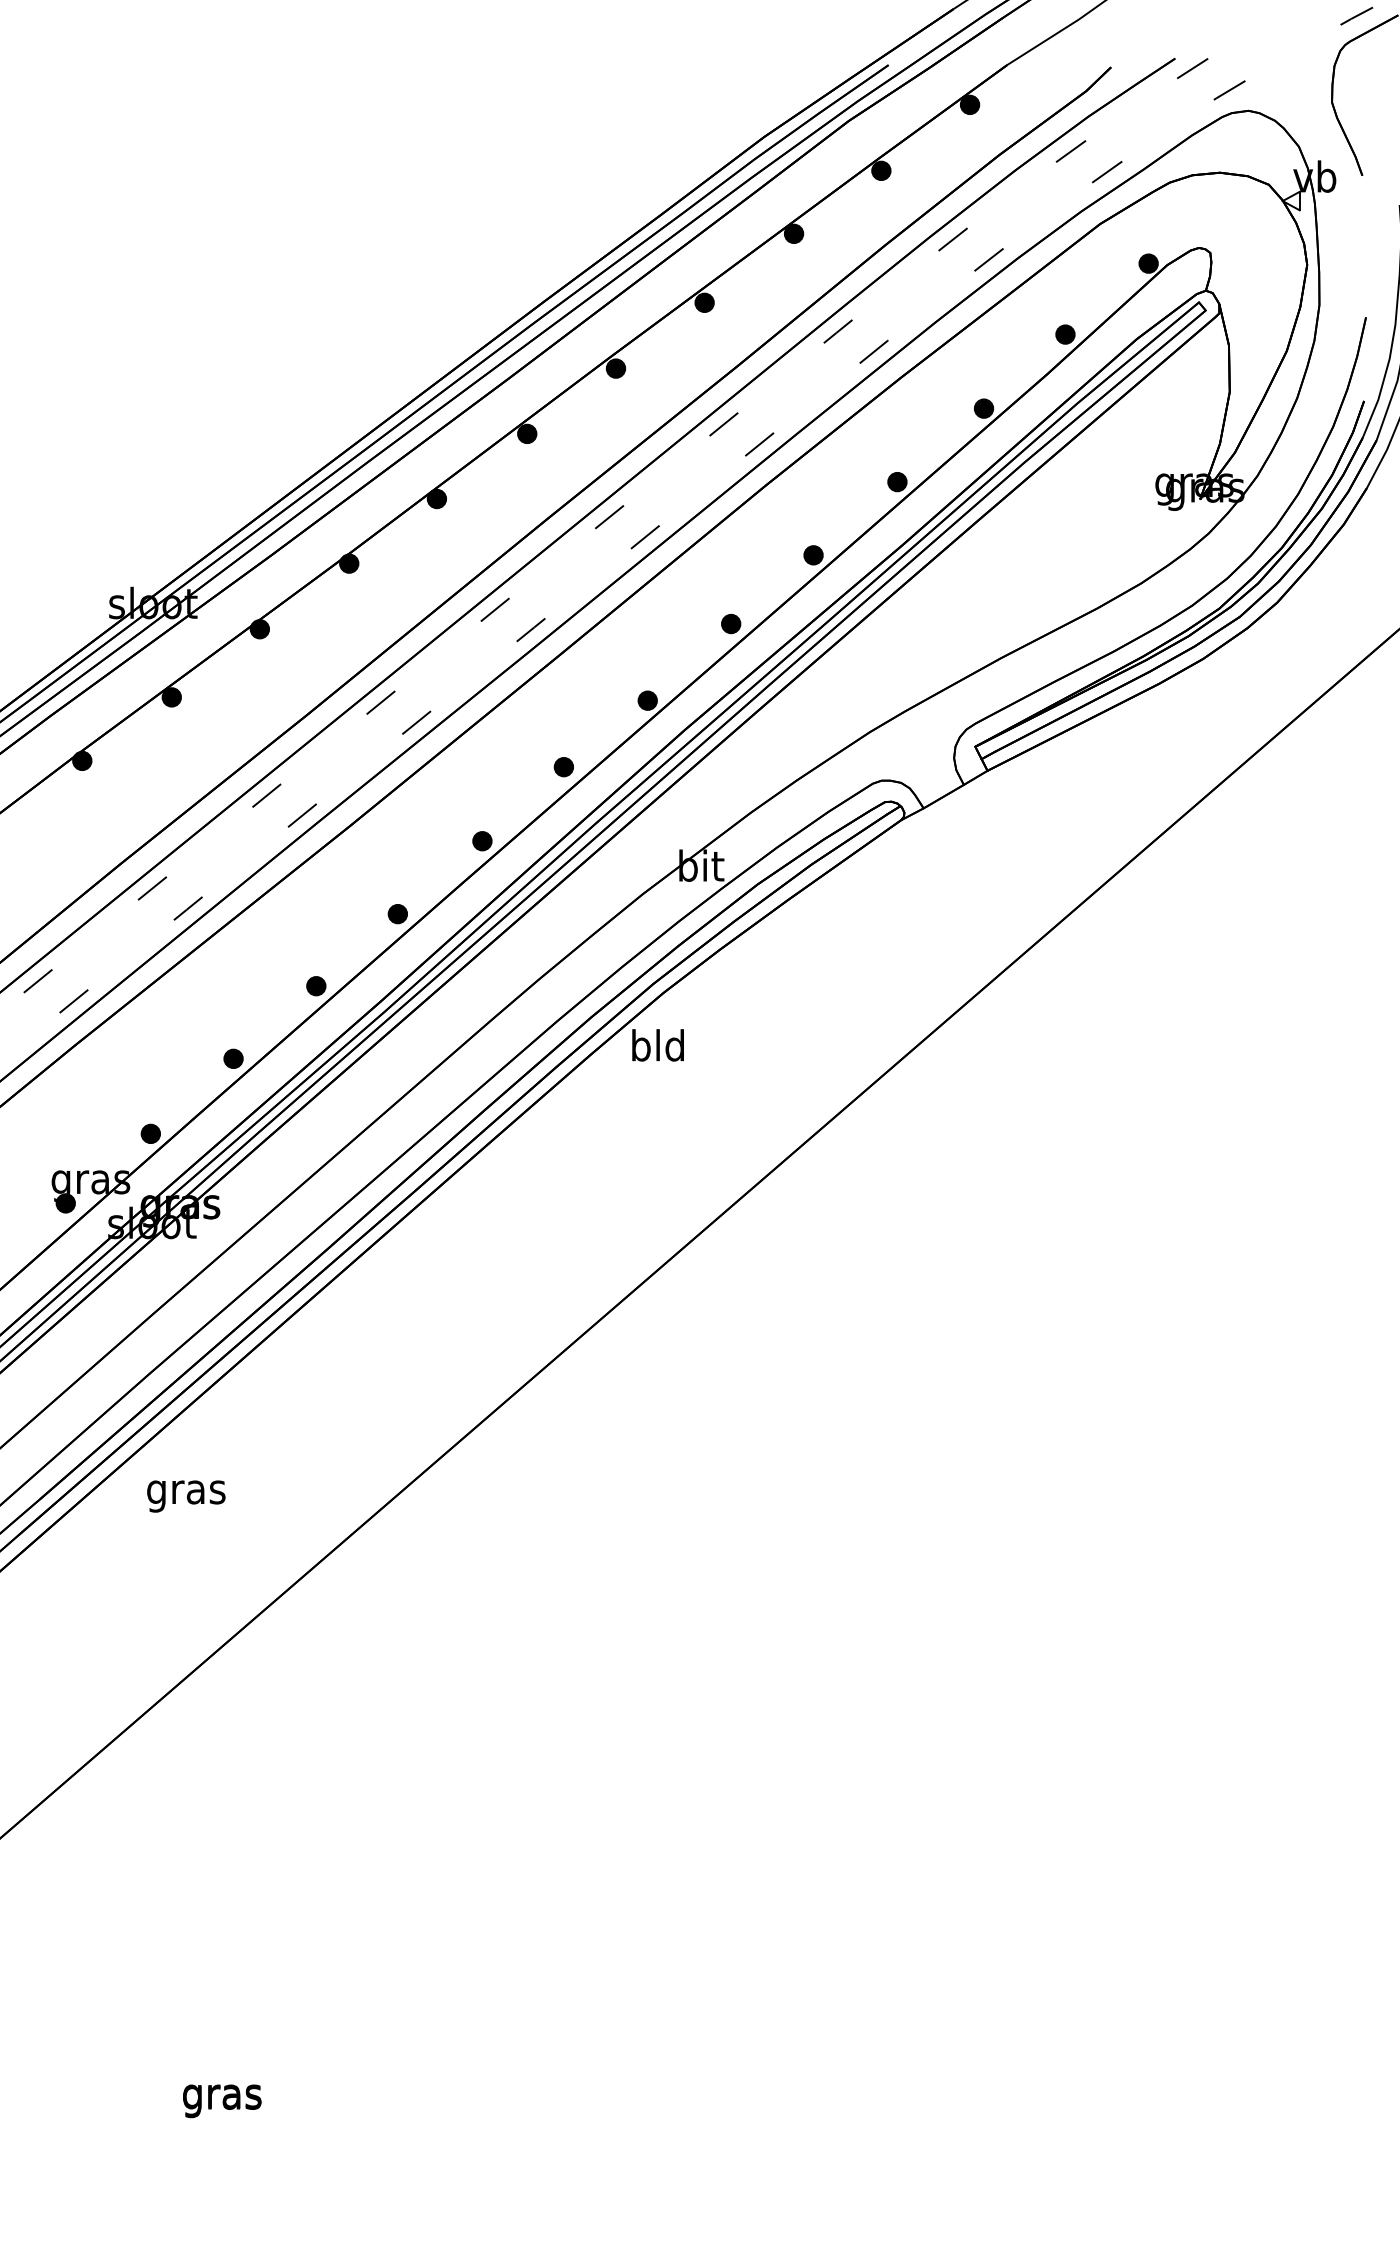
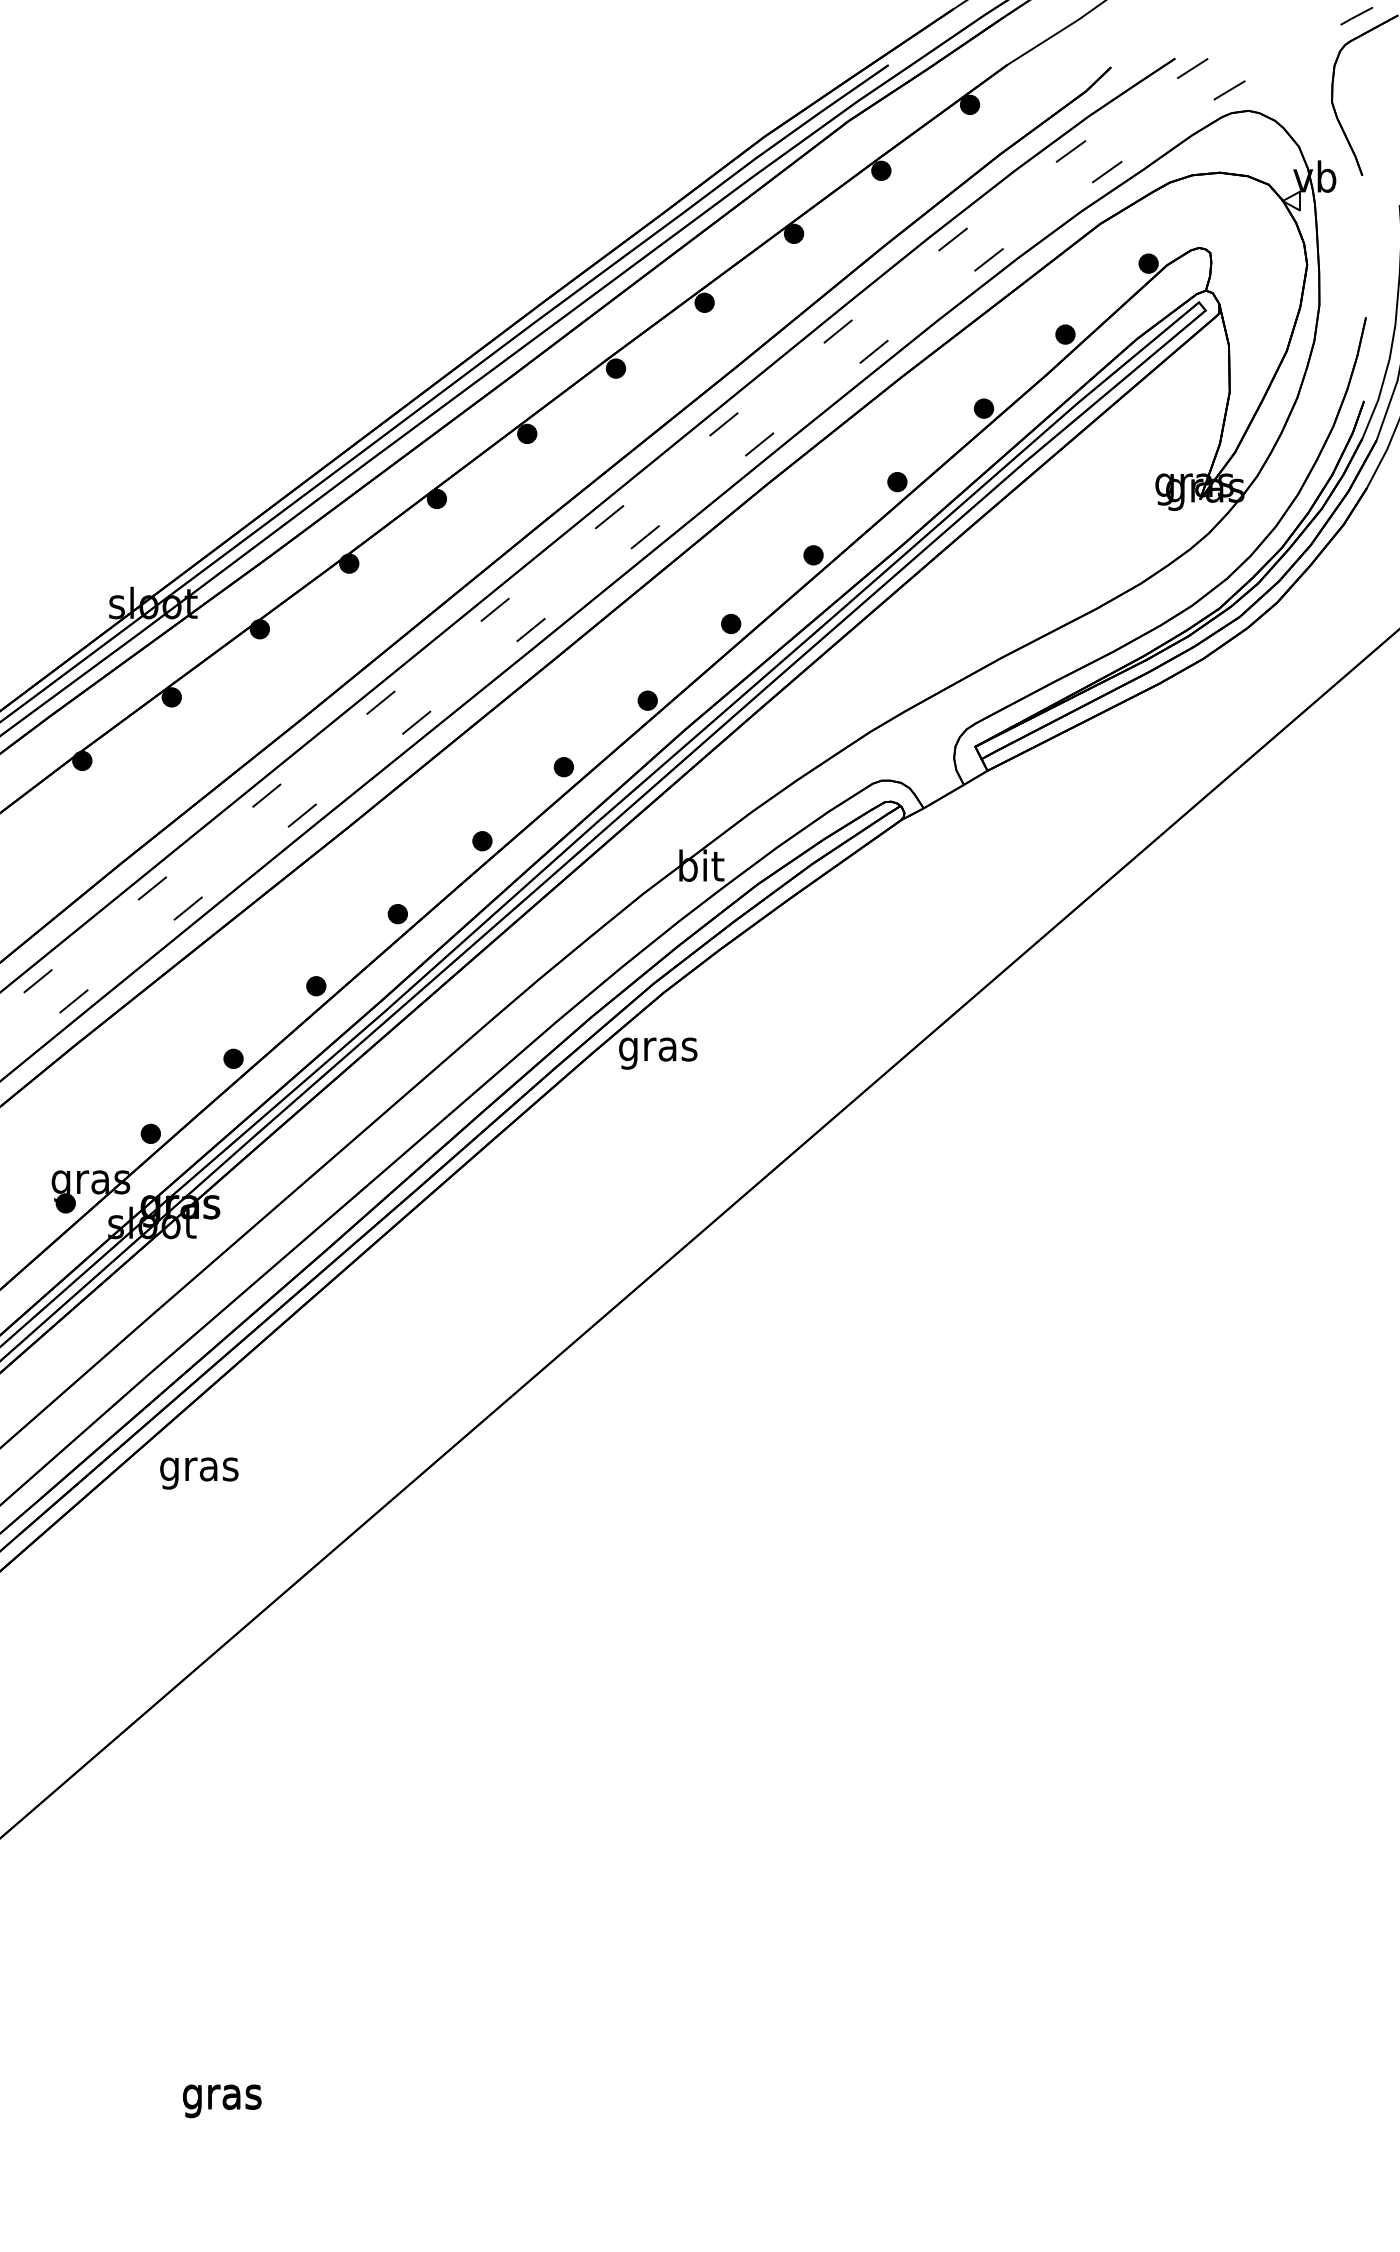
text at (658, 1049): bld -> gras
text at (186, 1496) position: (186, 1496) -> (199, 1473)
